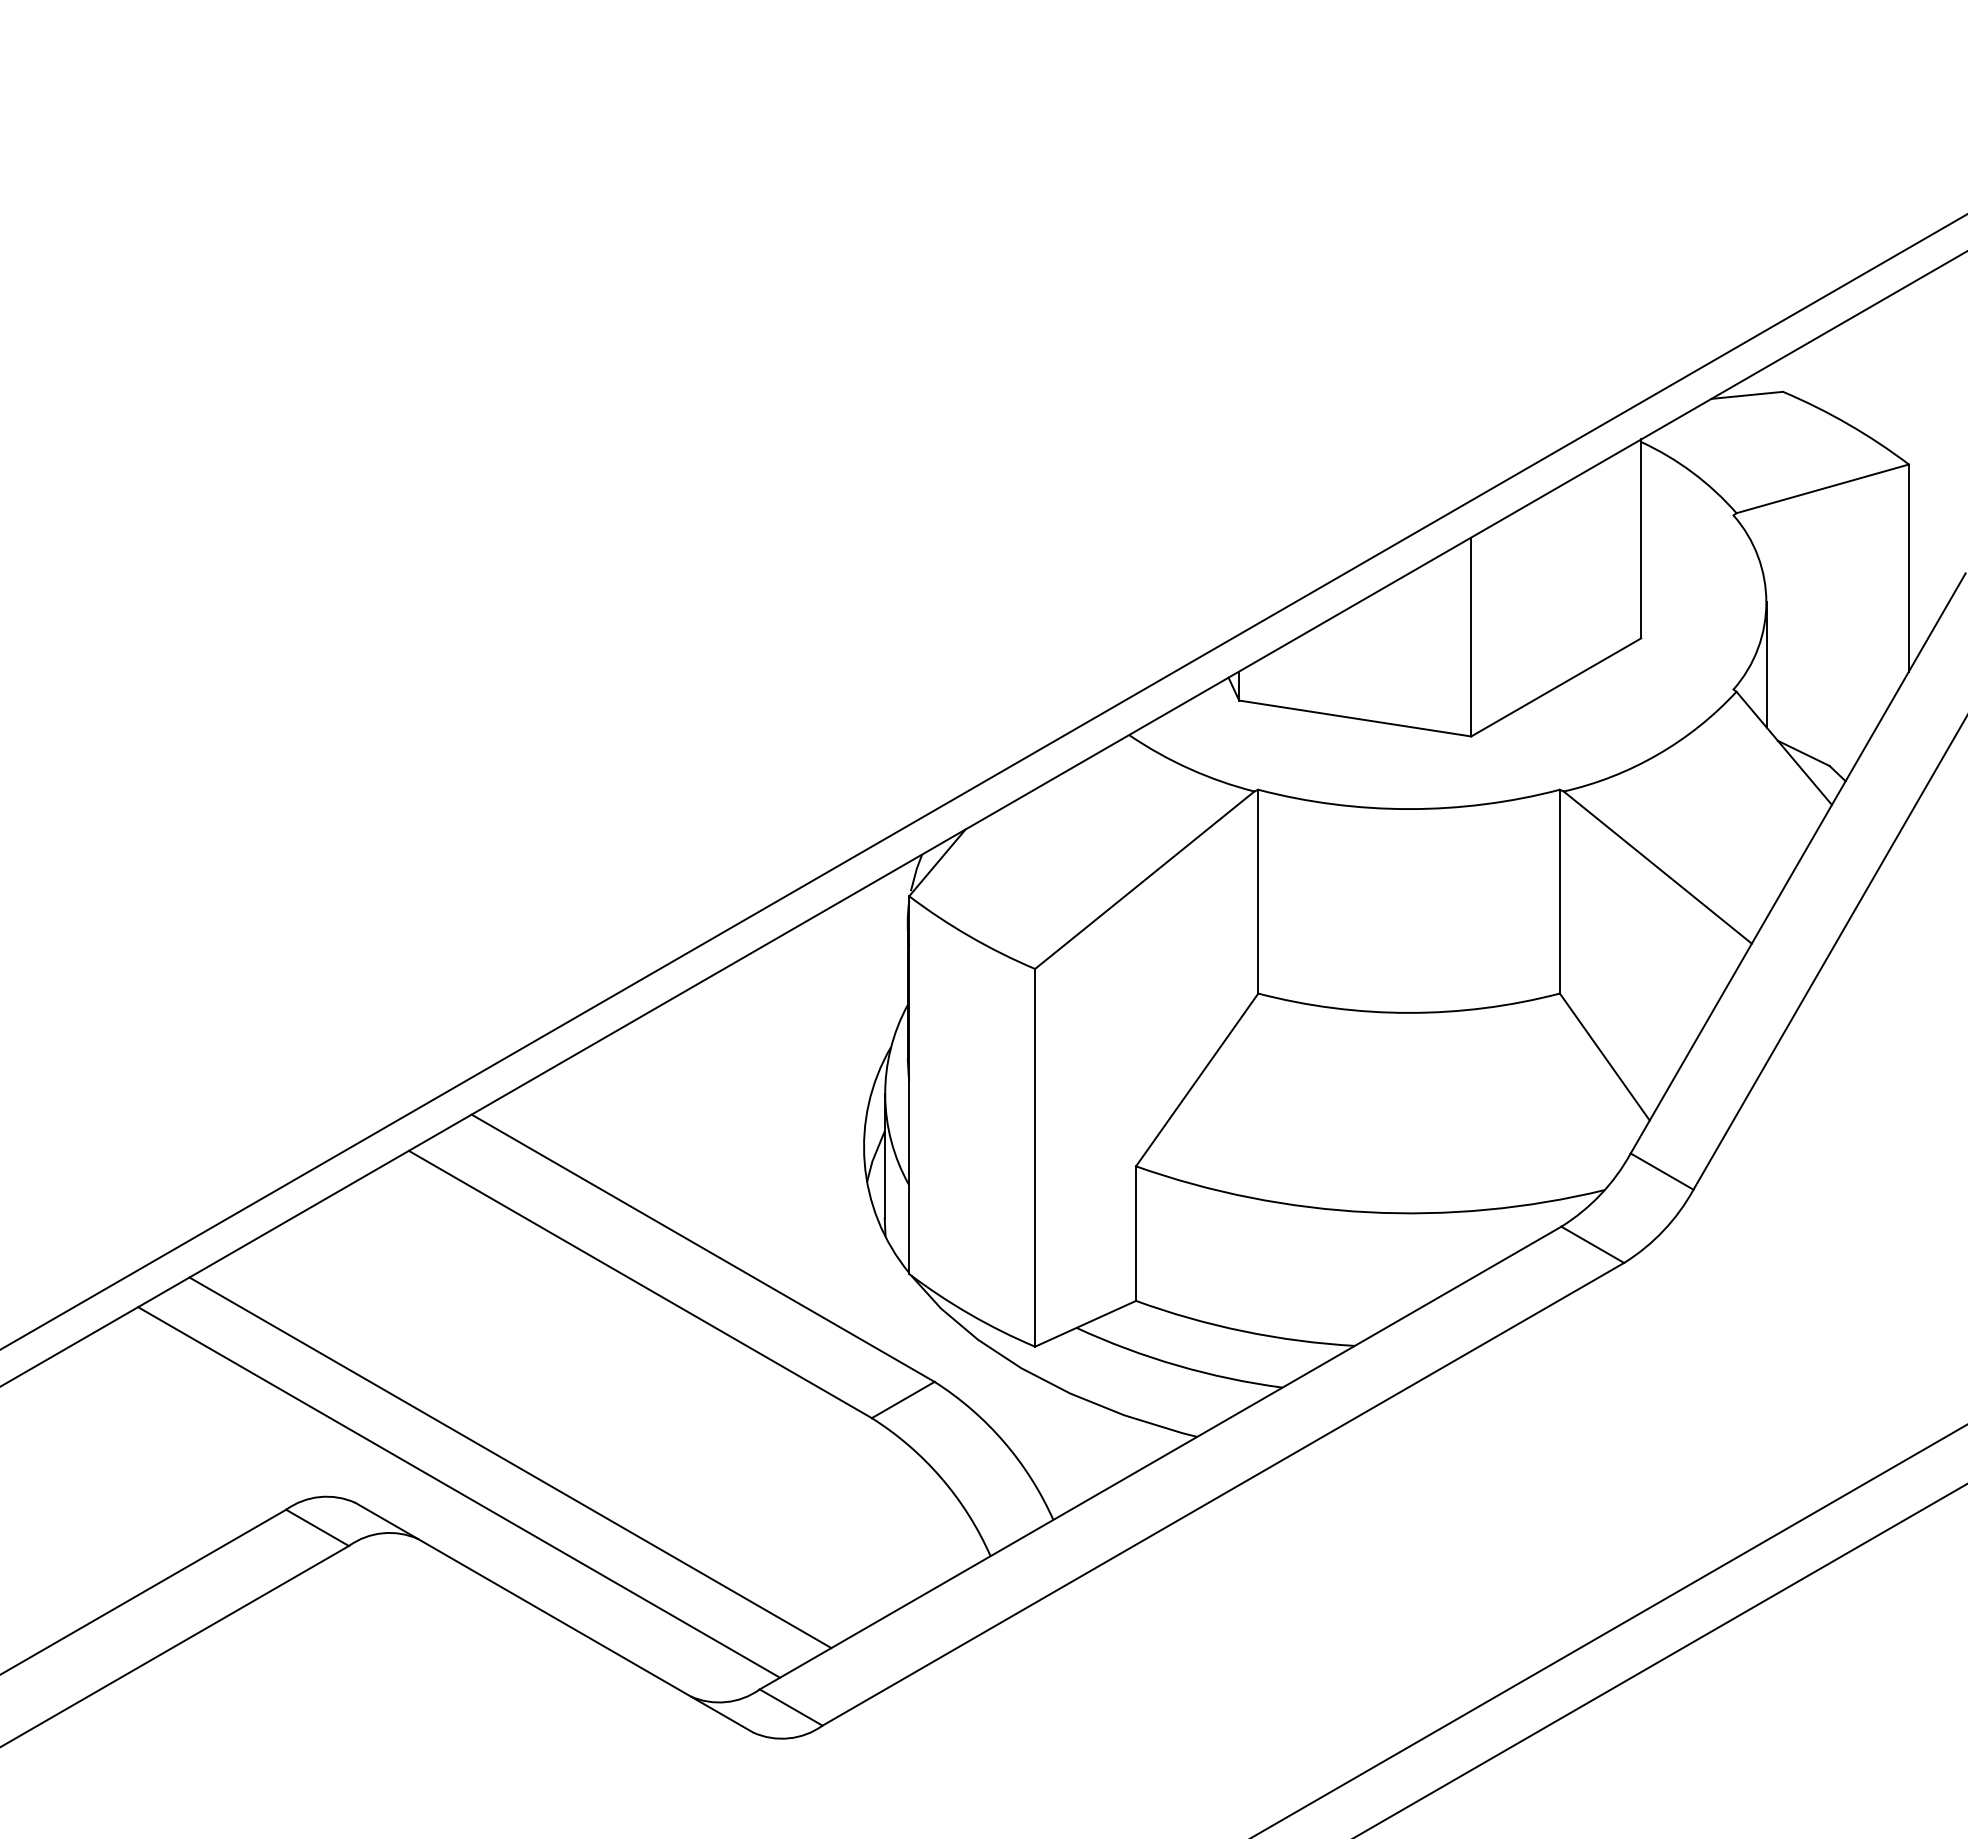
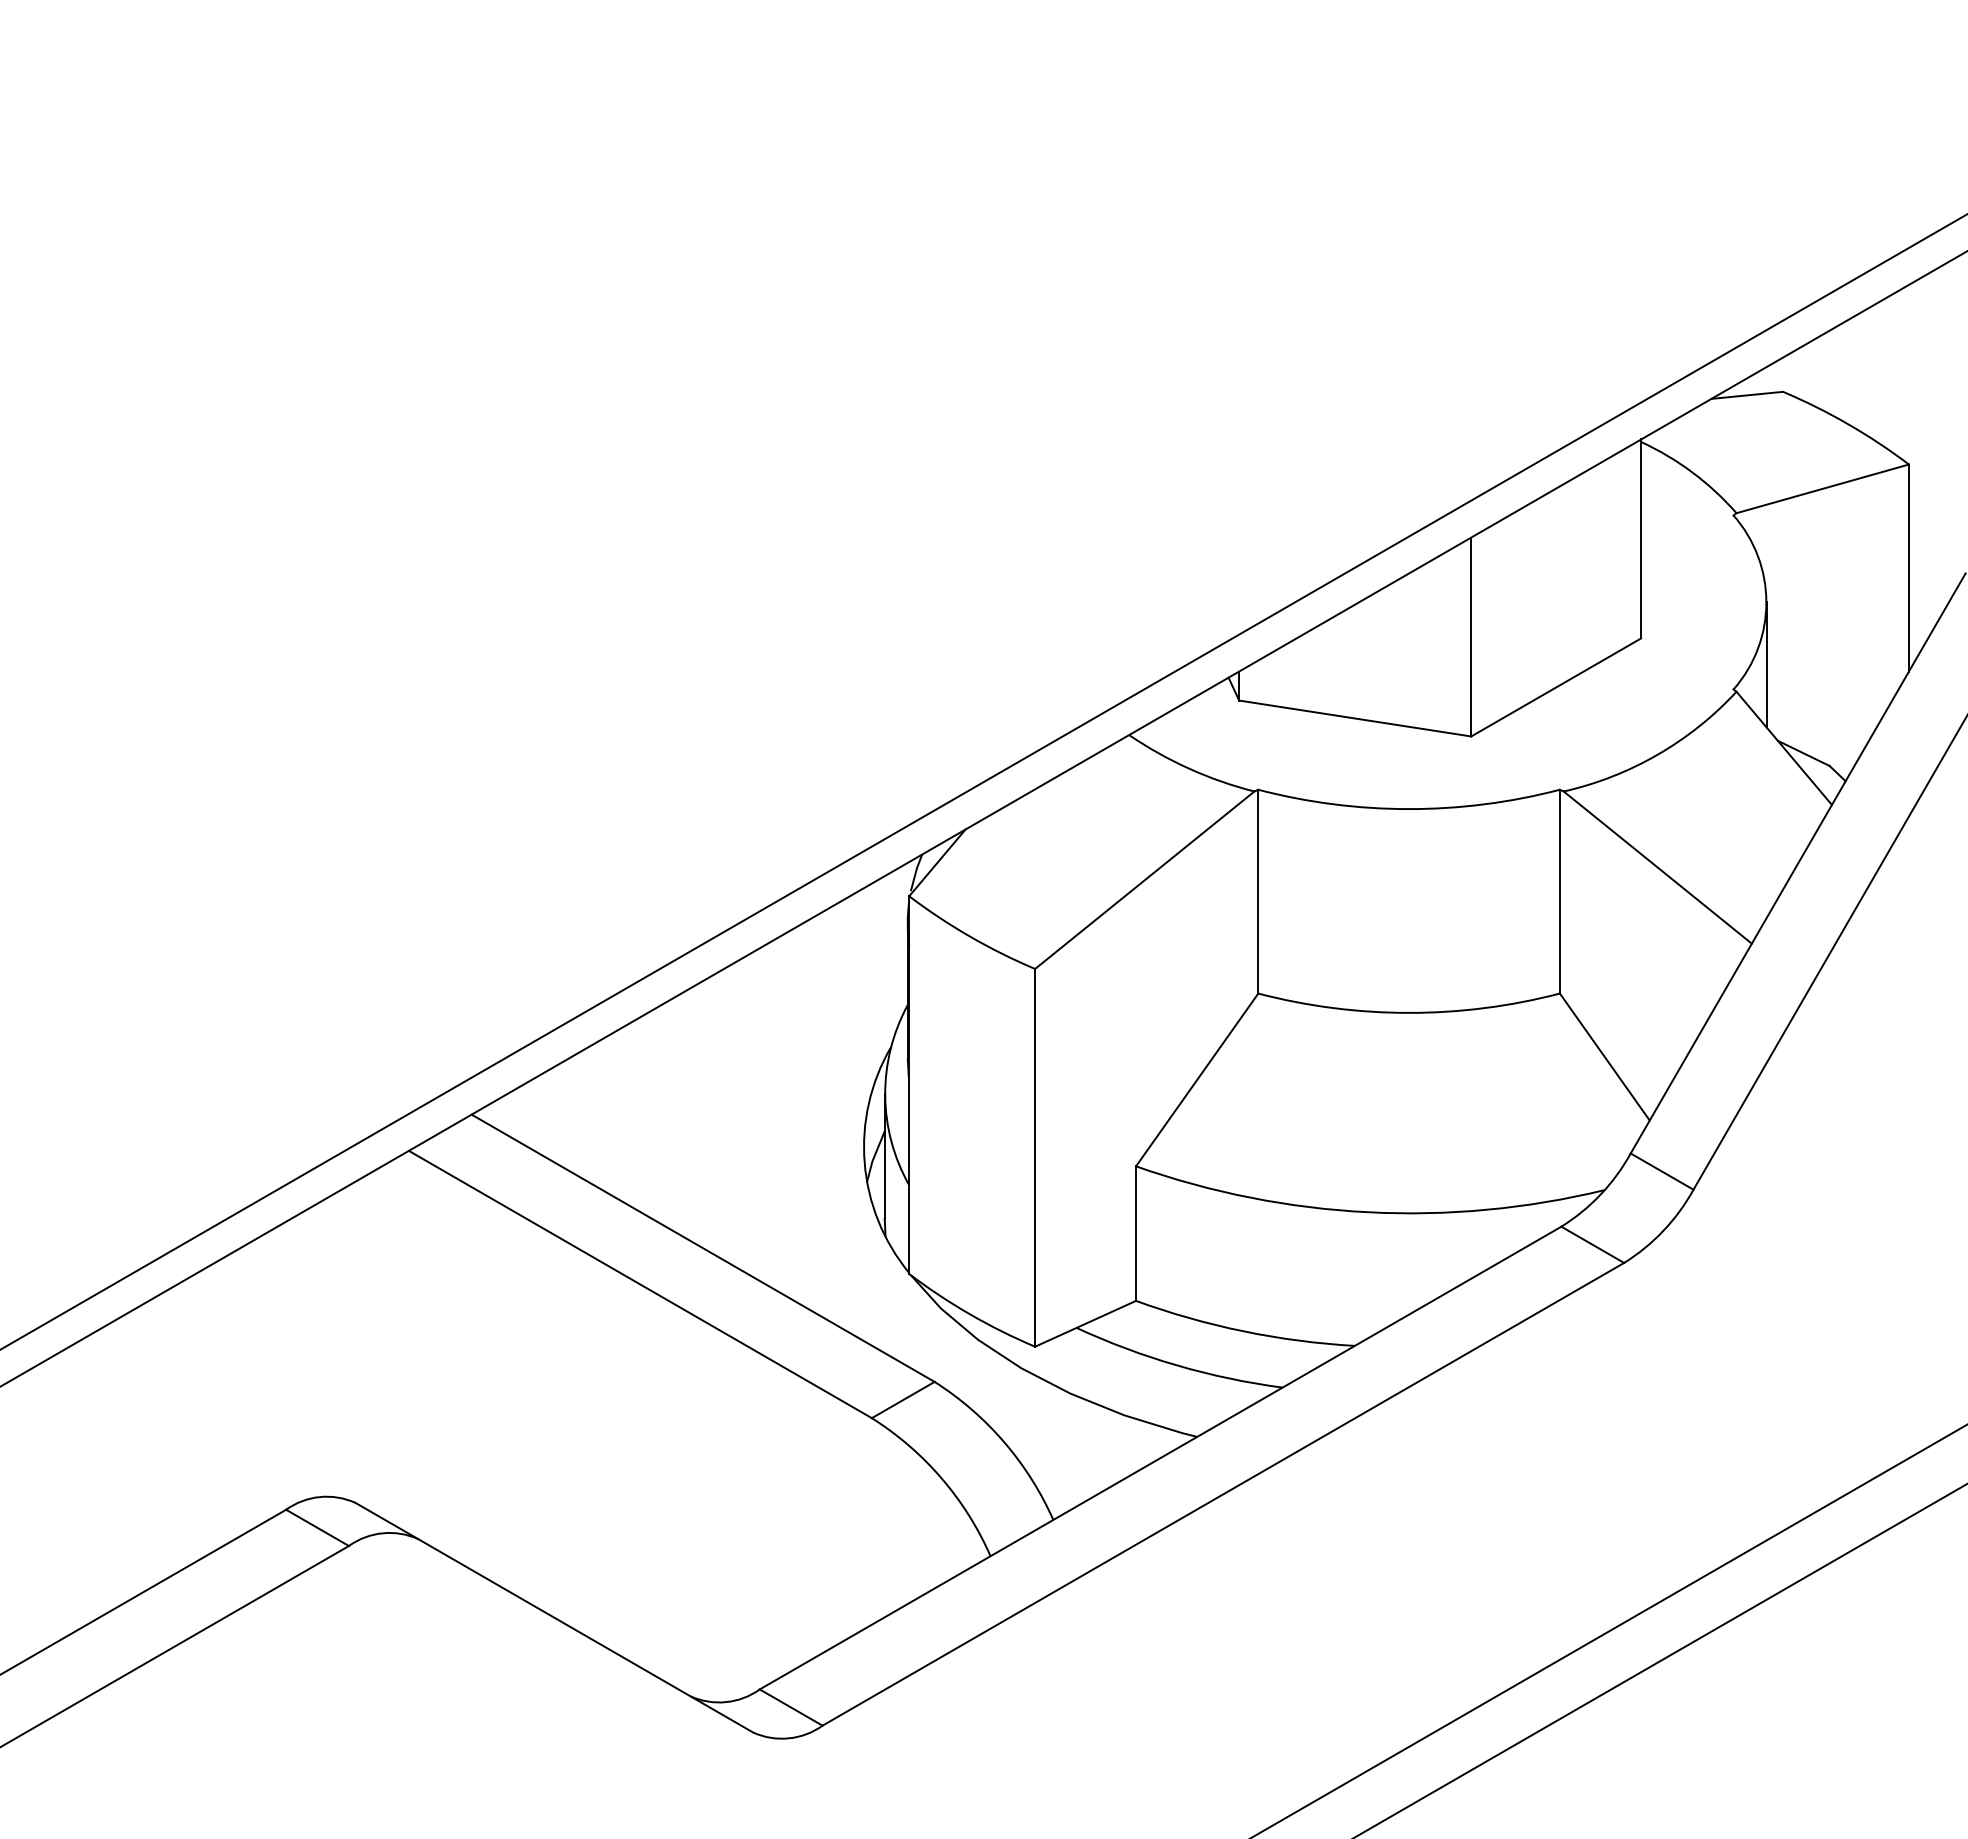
line at (510, 1462): present -> none
line at (459, 1492): present -> none
